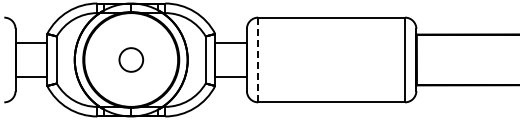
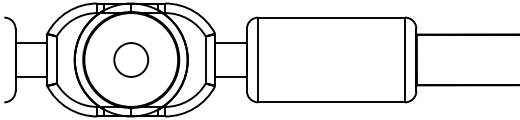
circle at (131, 59) size: 27x26 px -> 37x36 px
line at (258, 60): dashed -> solid
